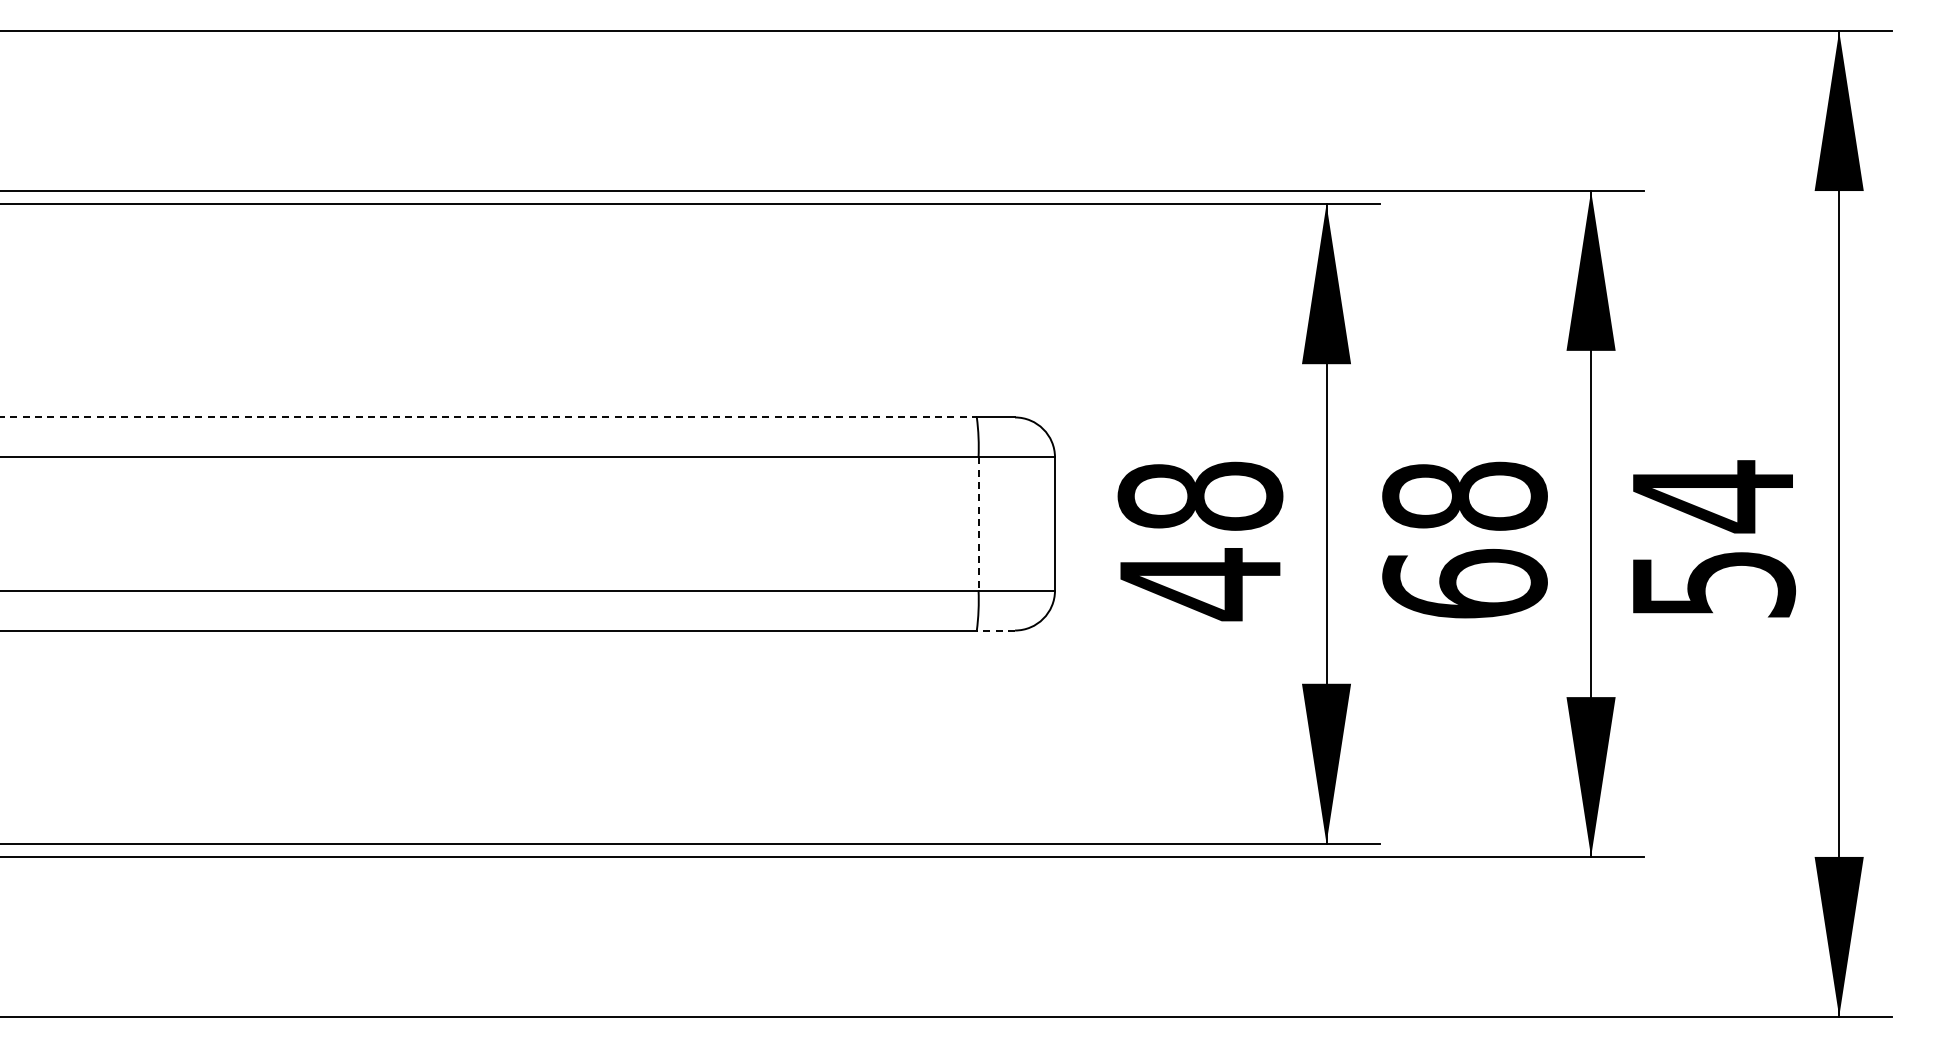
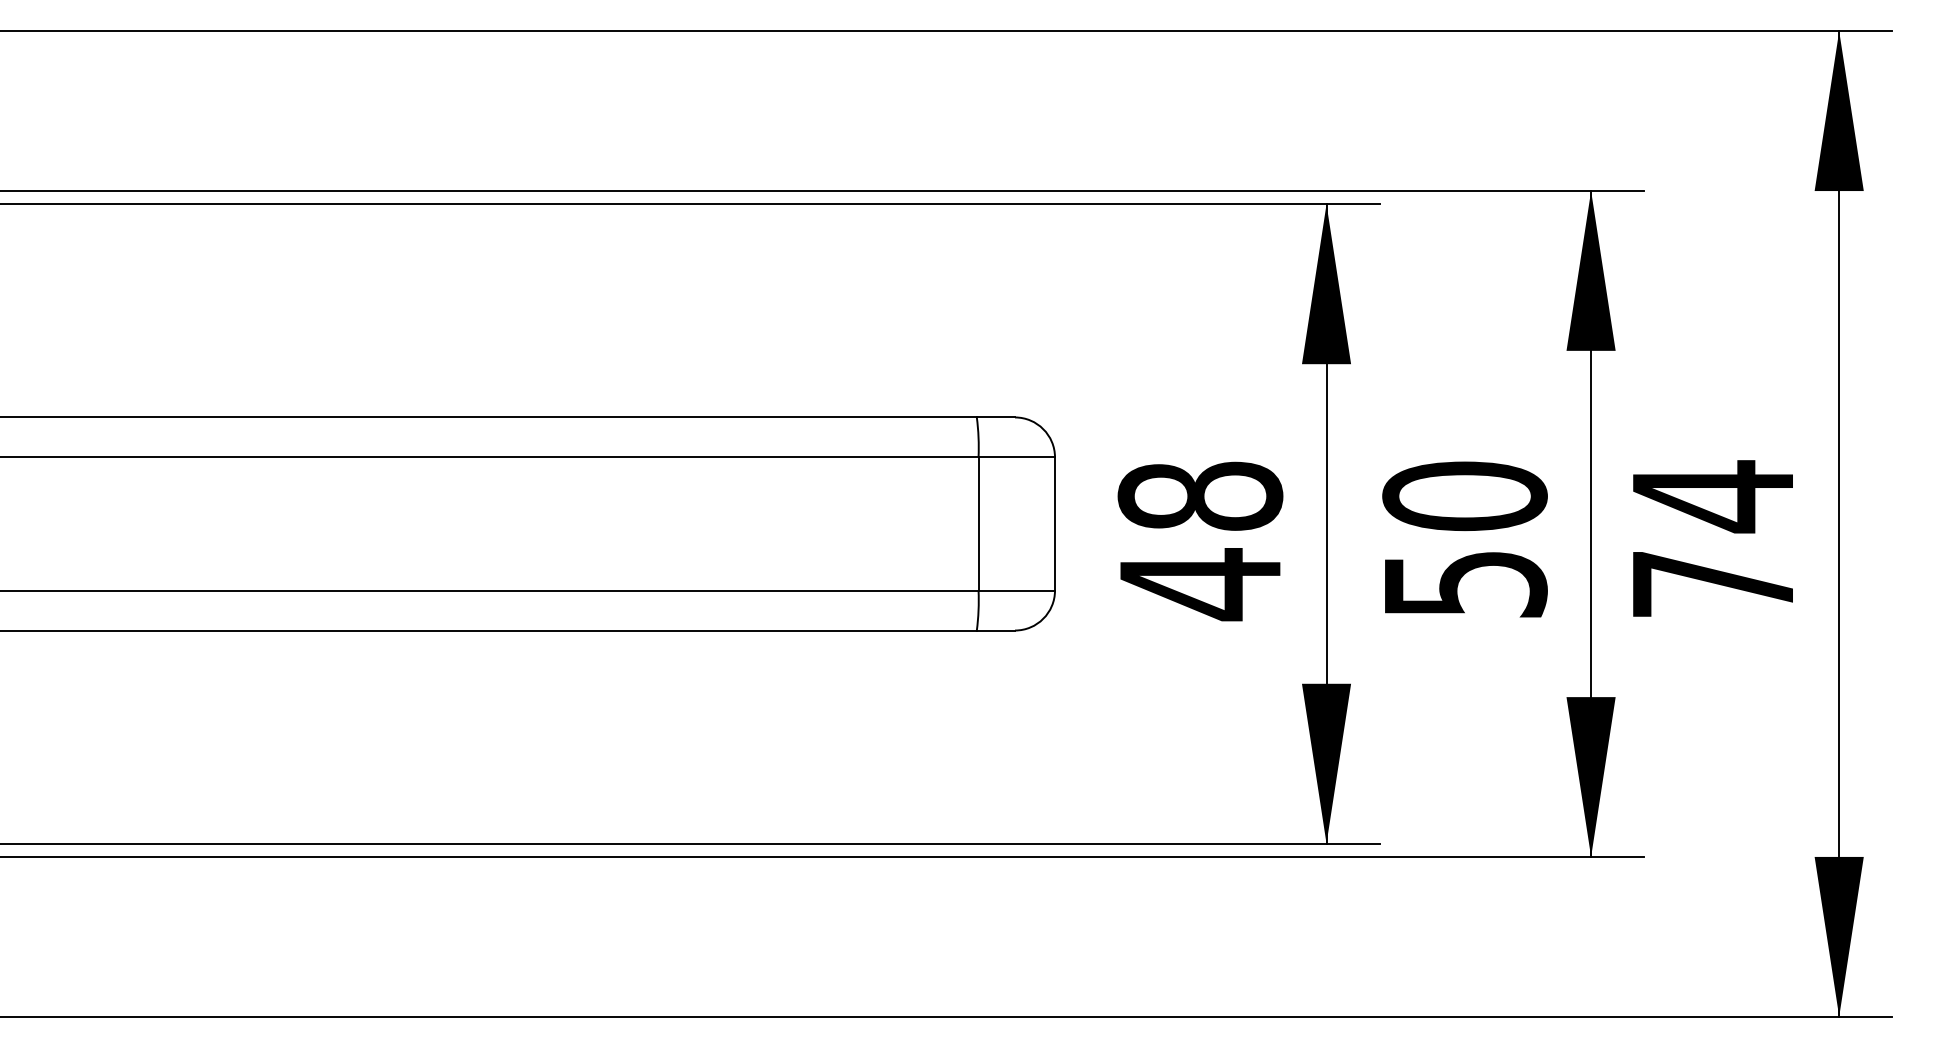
line at (489, 417): dashed -> solid
line at (978, 524): dashed -> solid
text at (1464, 539): 68 -> 50
text at (1714, 584): 54 -> 74
line at (995, 630): dashed -> solid
